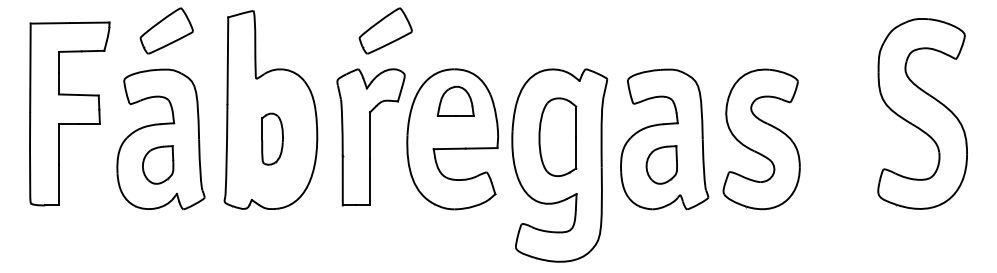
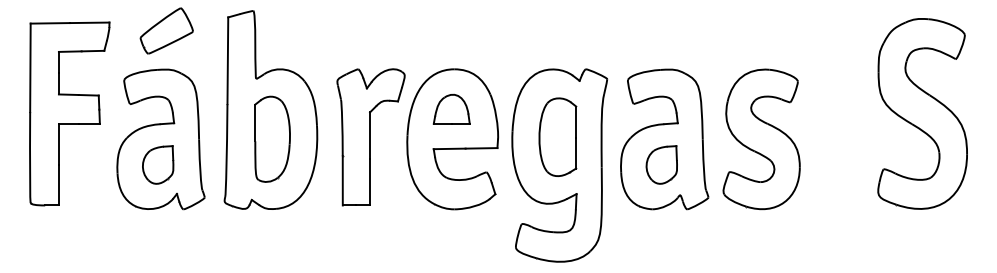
part at (385, 30): present -> none
part at (455, 100) position: (455, 100) -> (451, 108)
part at (272, 138) size: 23x54 px -> 37x88 px
